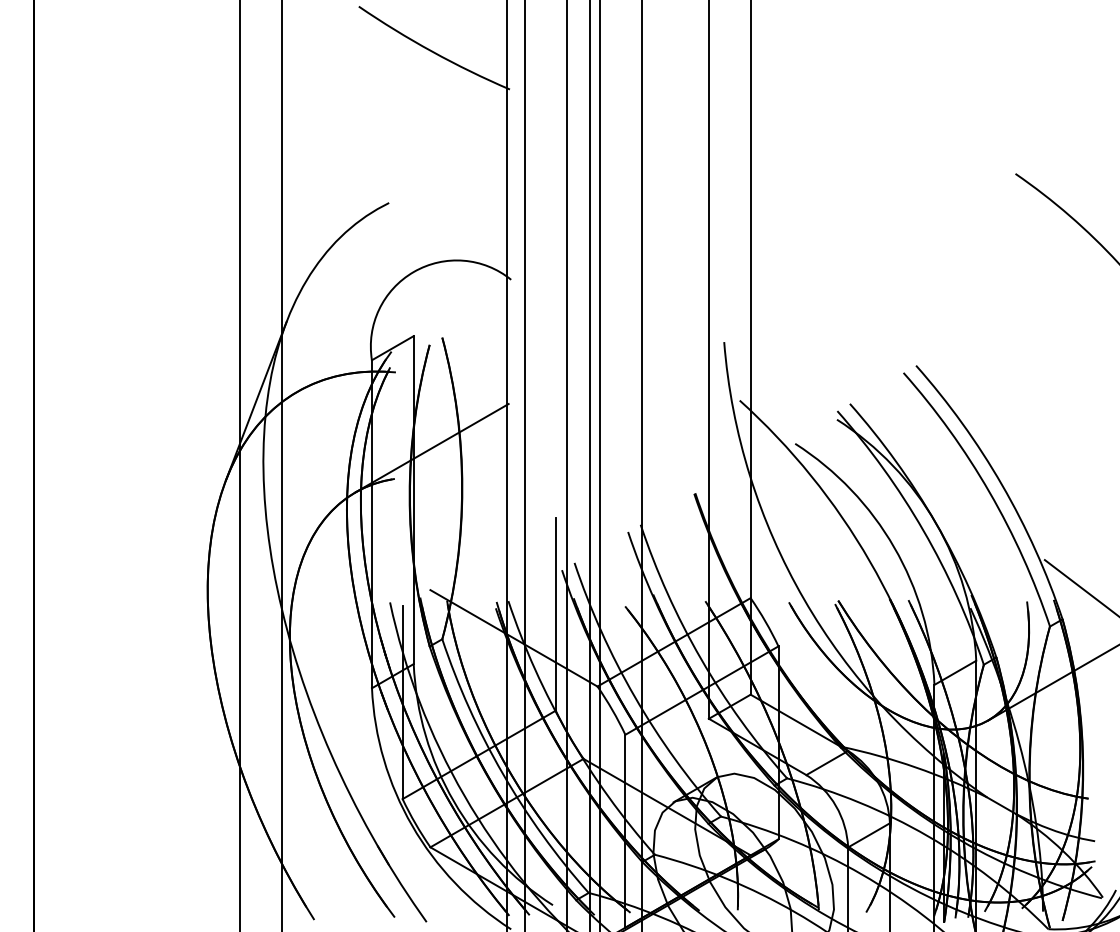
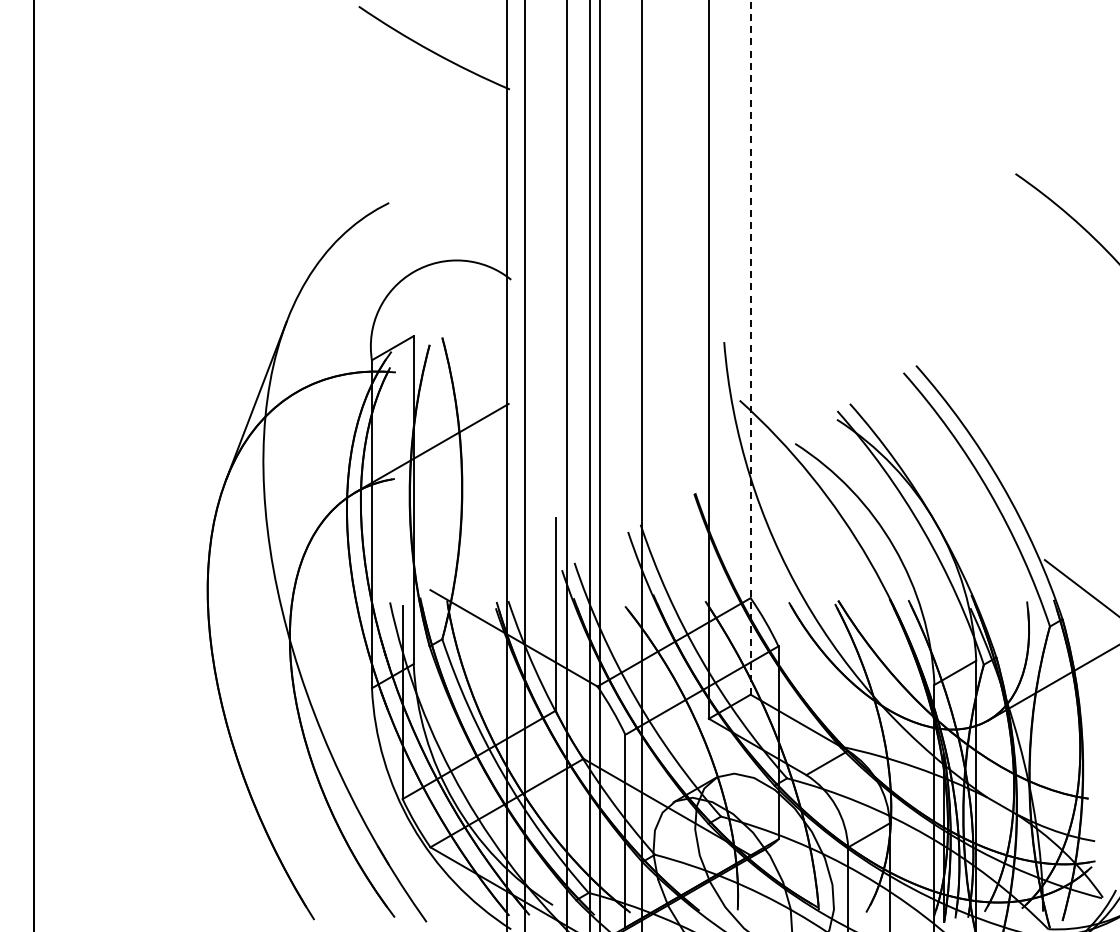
line at (750, 347): solid -> dashed
line at (240, 465): present -> none
line at (282, 465): present -> none
